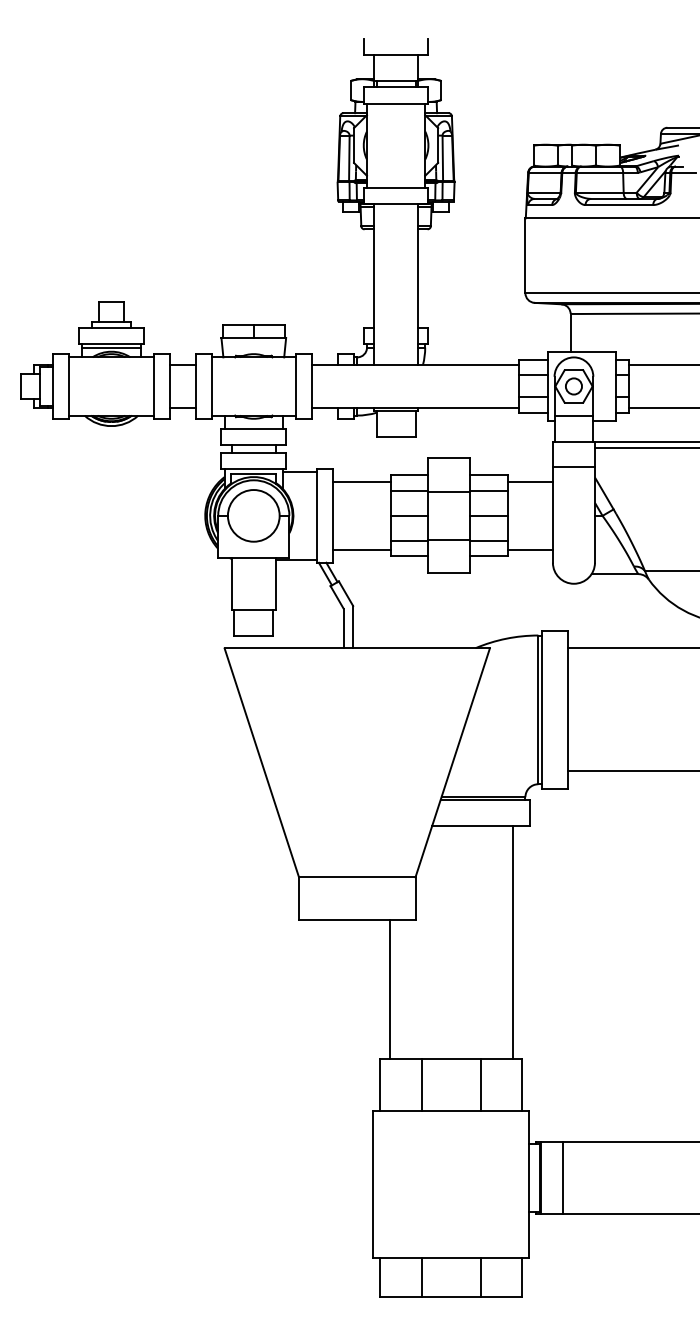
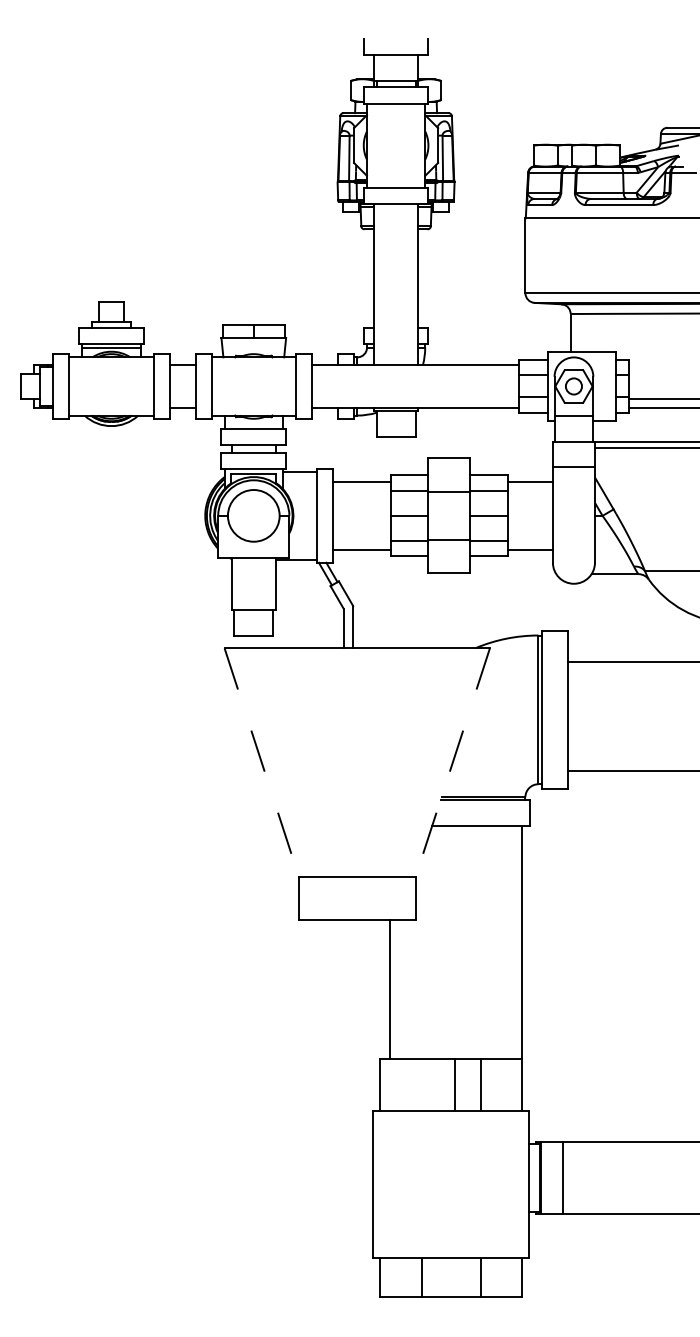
line at (662, 364) position: (662, 364) -> (662, 398)
line at (631, 648) position: (631, 648) -> (631, 662)
line at (262, 763): solid -> dashed
line at (452, 763): solid -> dashed
line at (512, 942) position: (512, 942) -> (521, 942)
line at (421, 1084) position: (421, 1084) -> (454, 1084)
